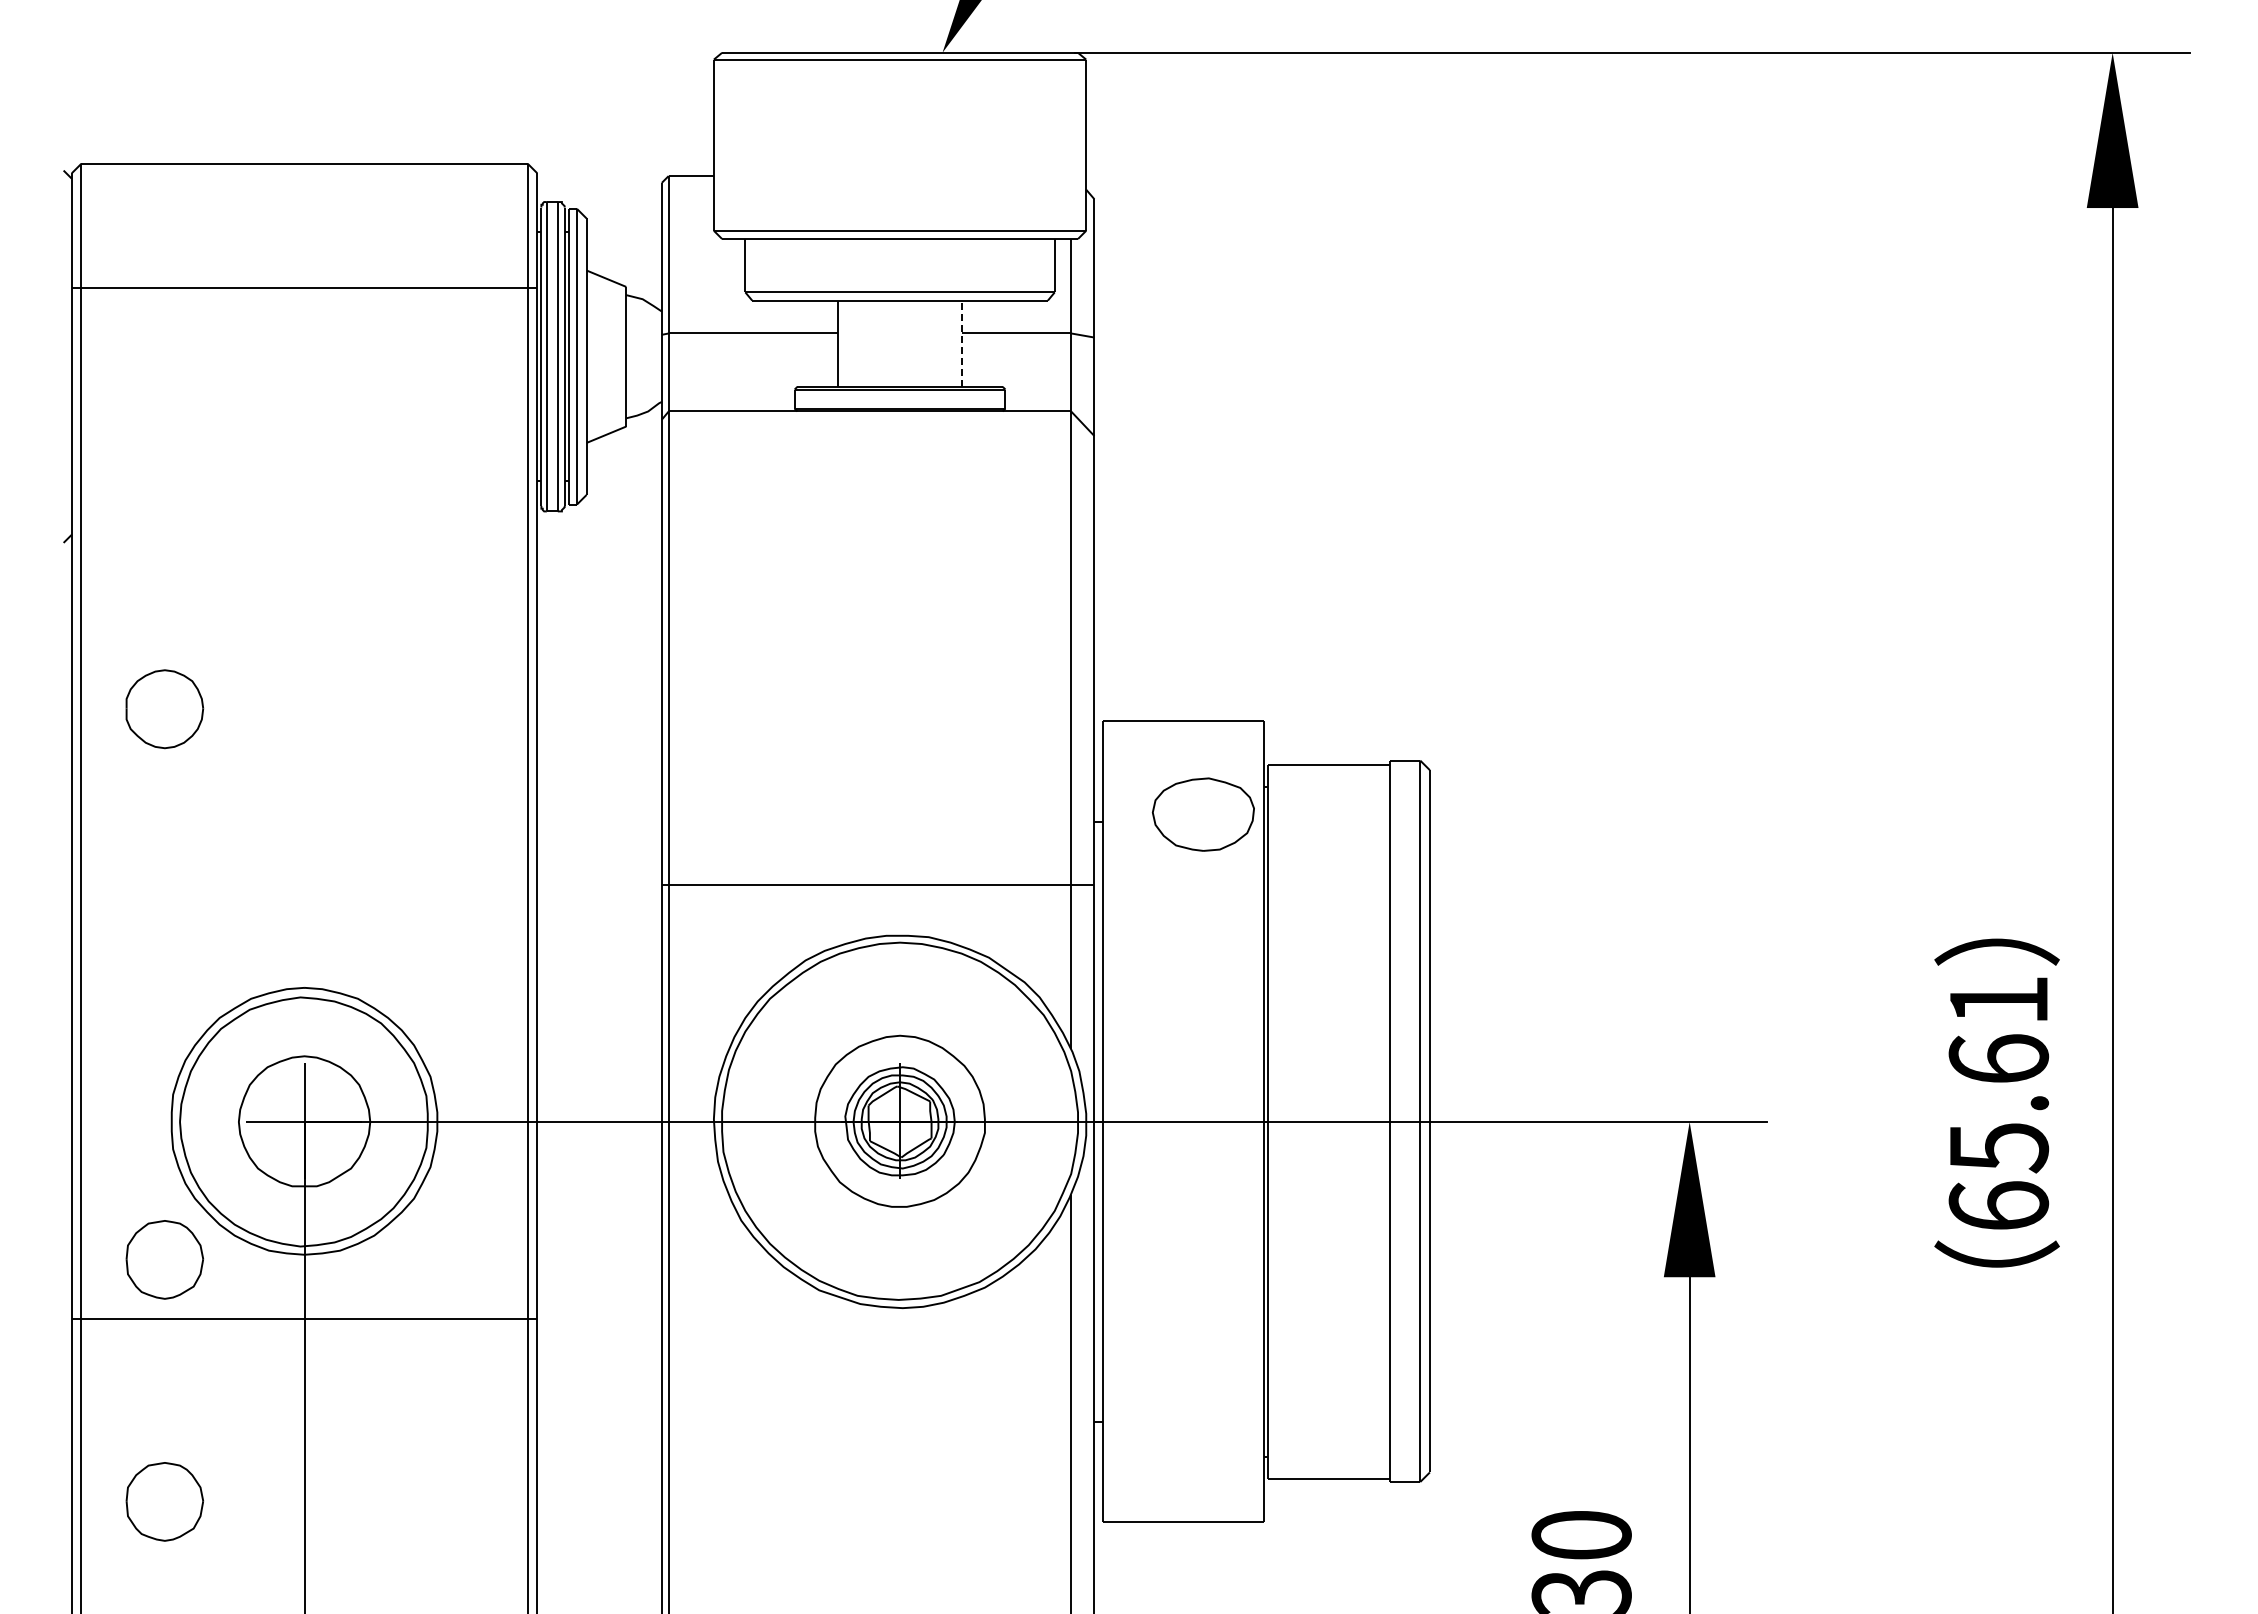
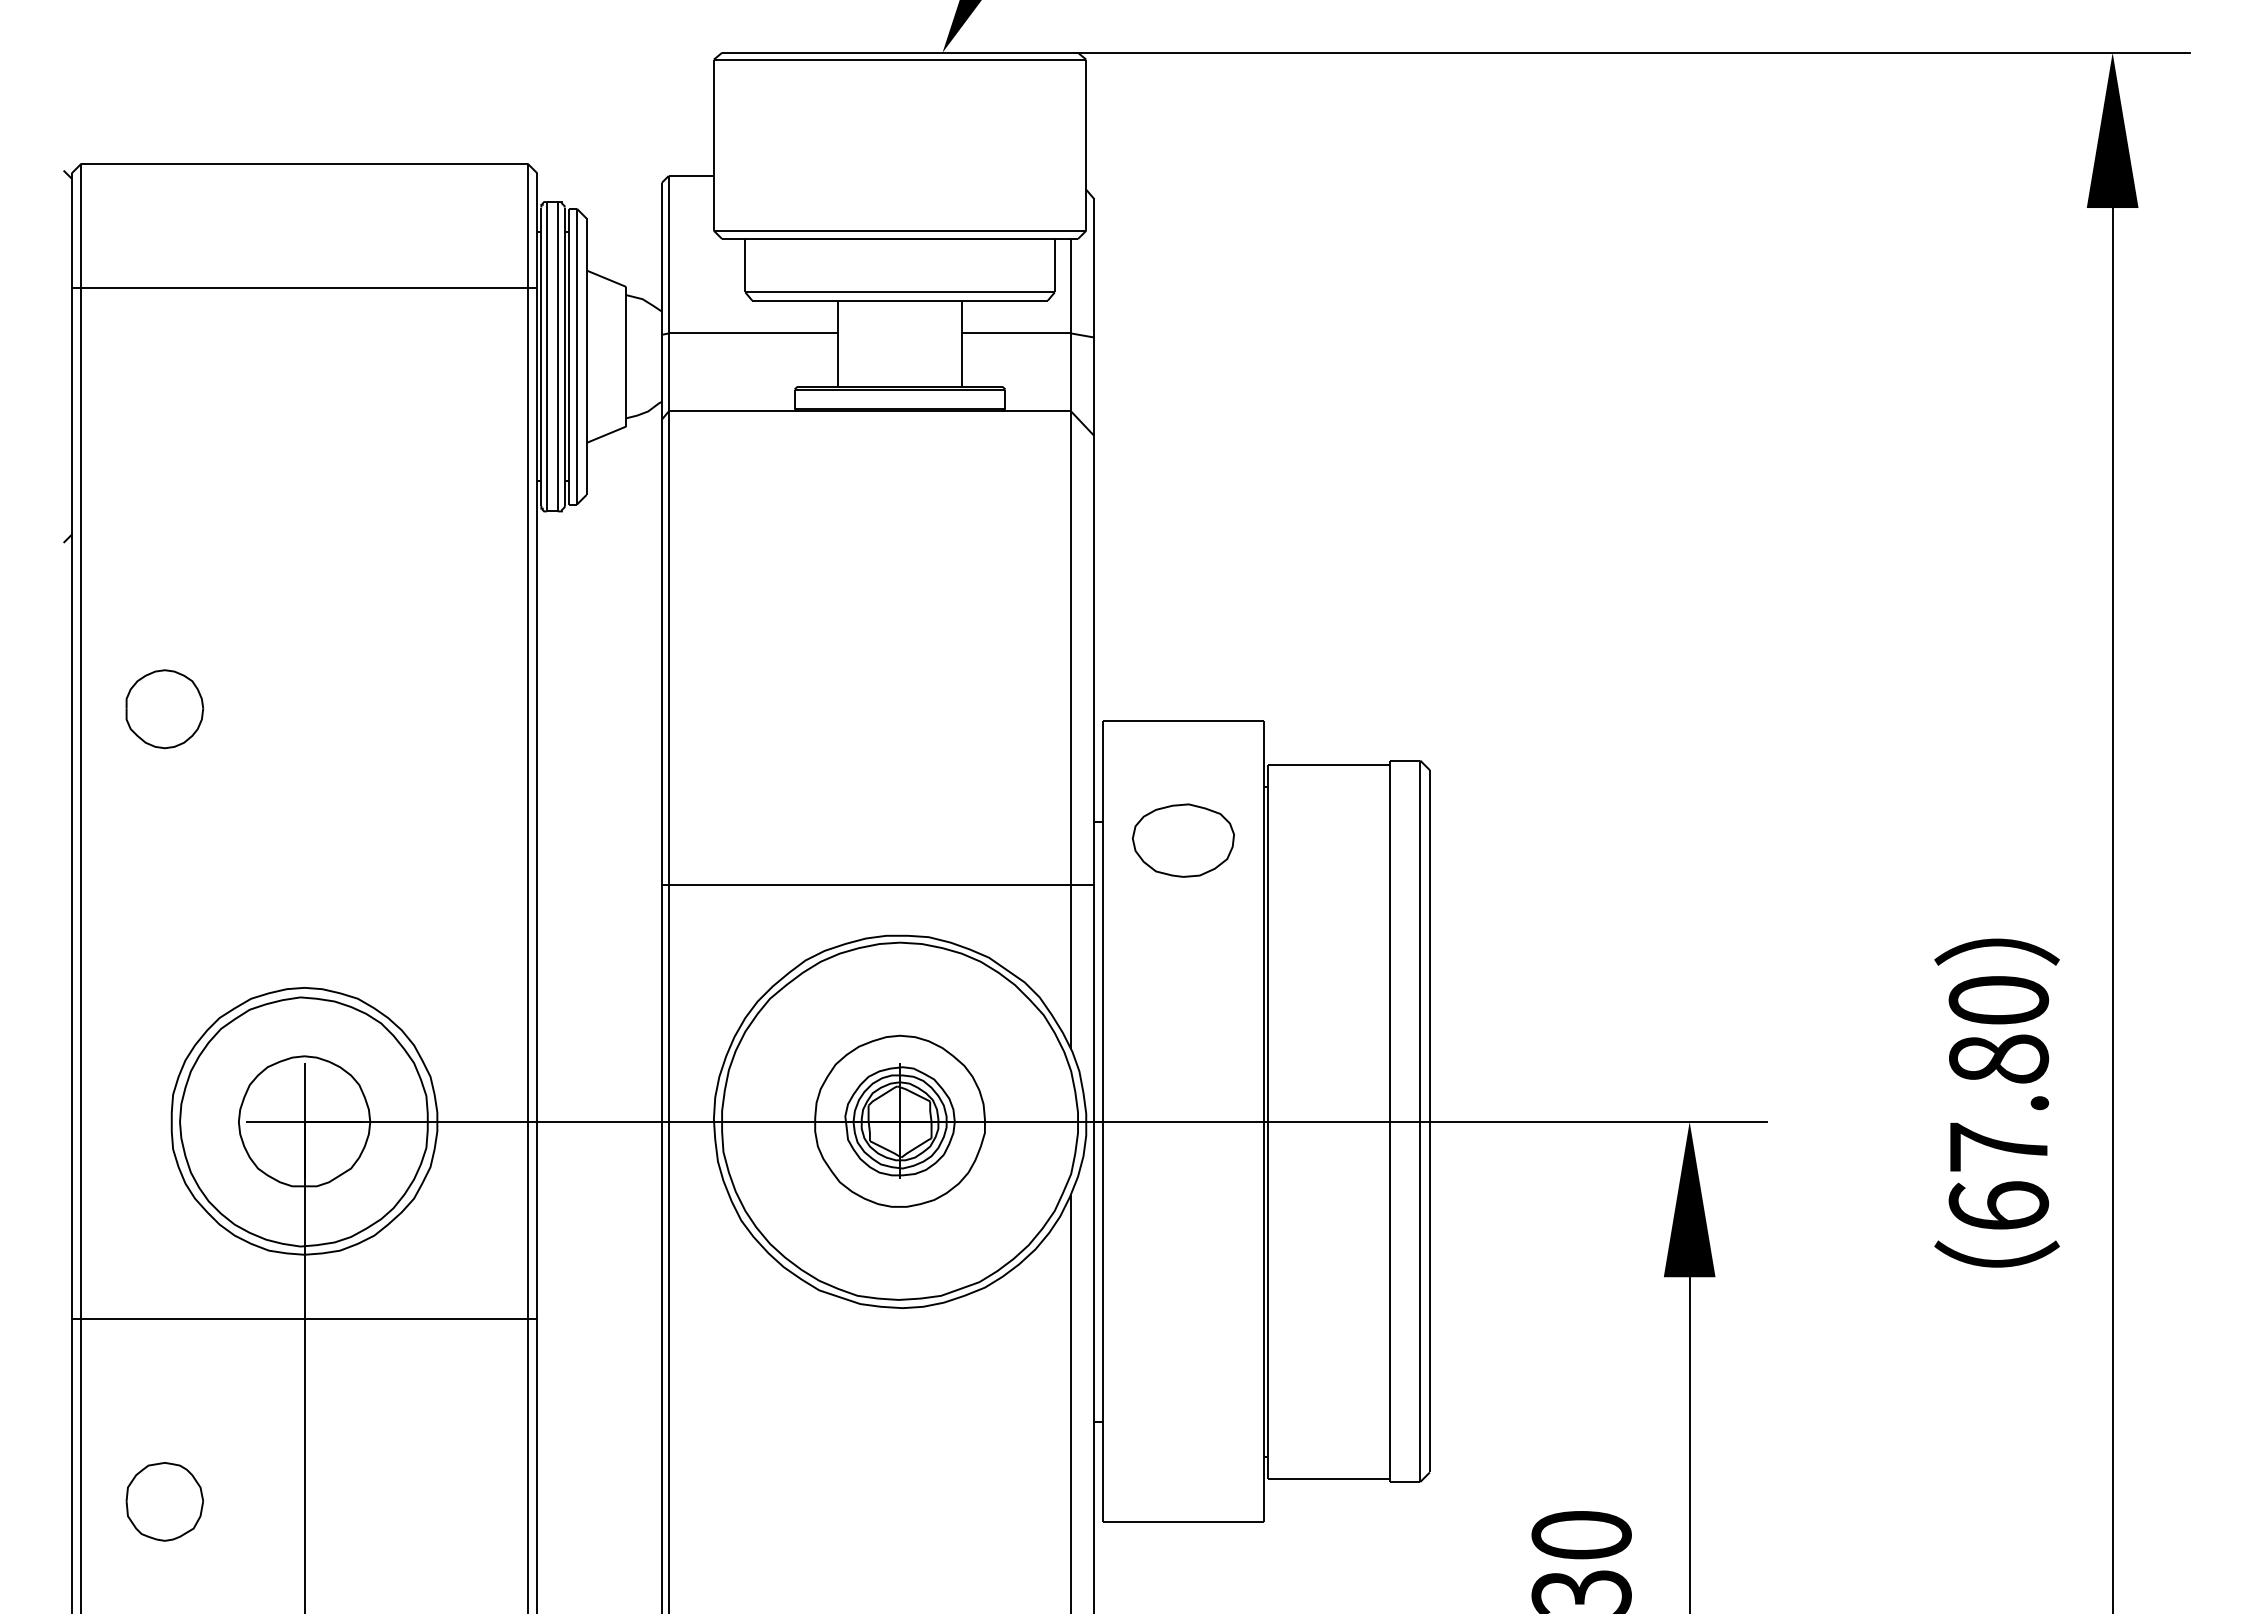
line at (961, 343): dashed -> solid
part at (1202, 814) position: (1202, 814) -> (1182, 840)
text at (1998, 1074): 65.61 -> 67.80
part at (164, 1259): present -> none
